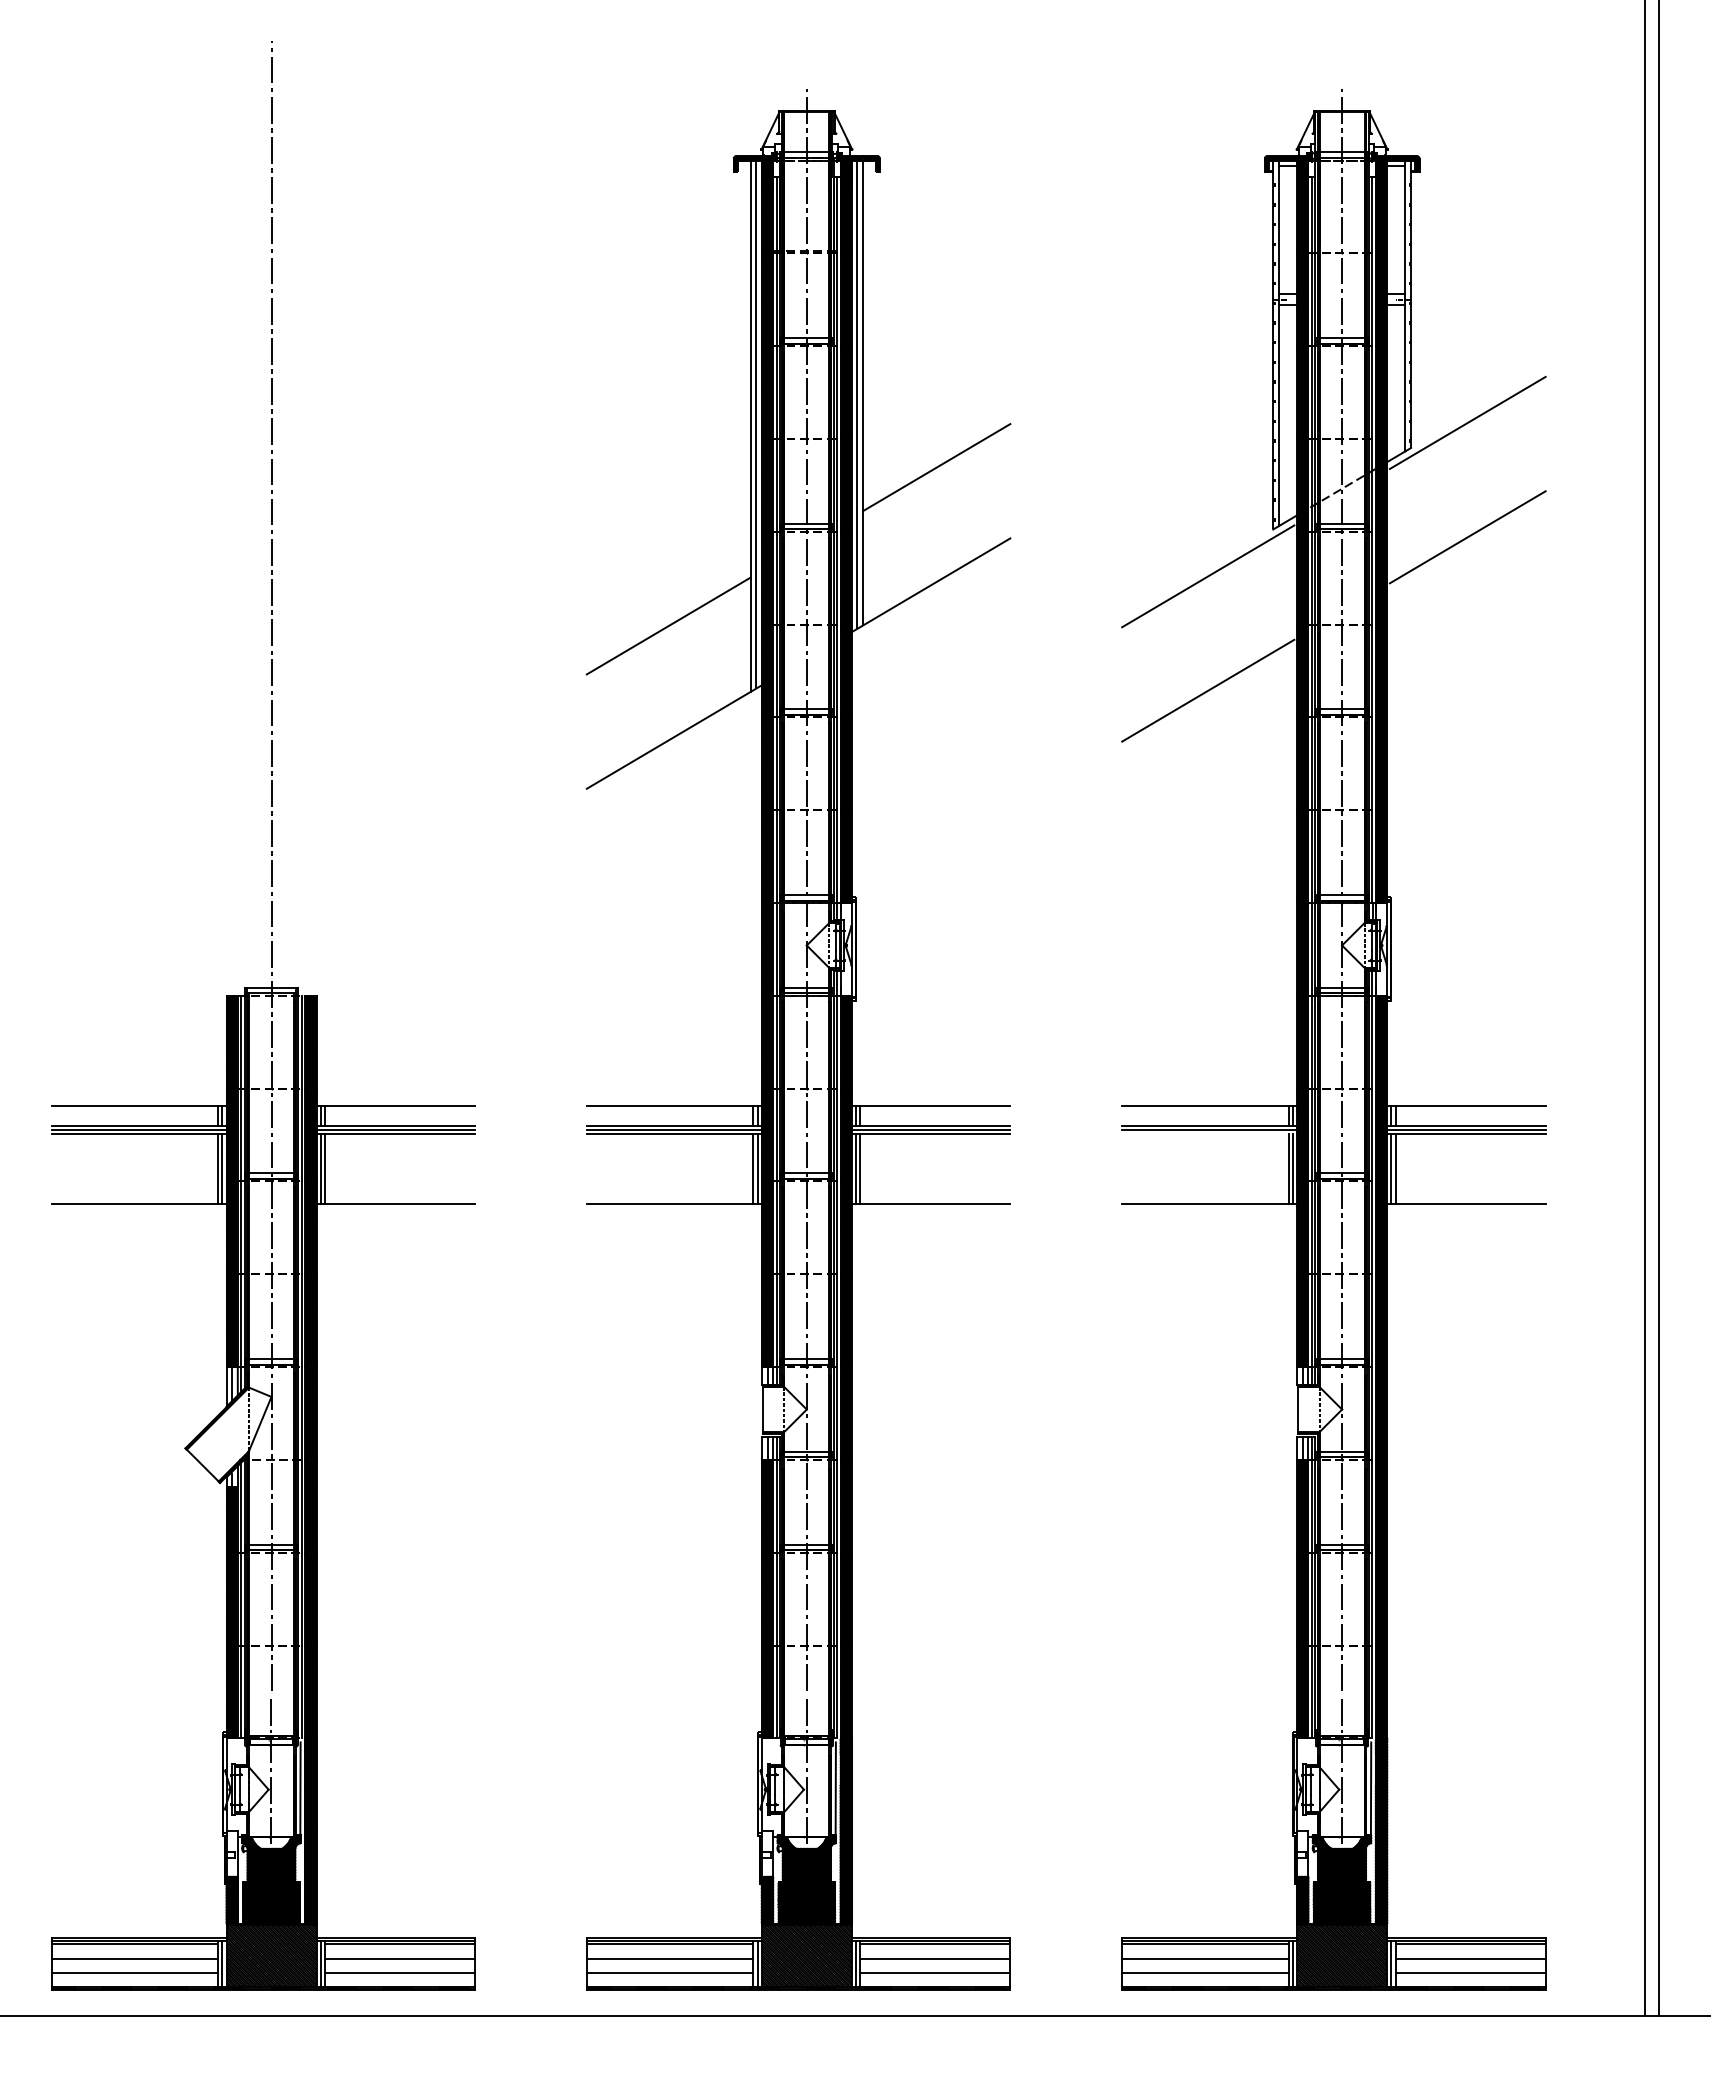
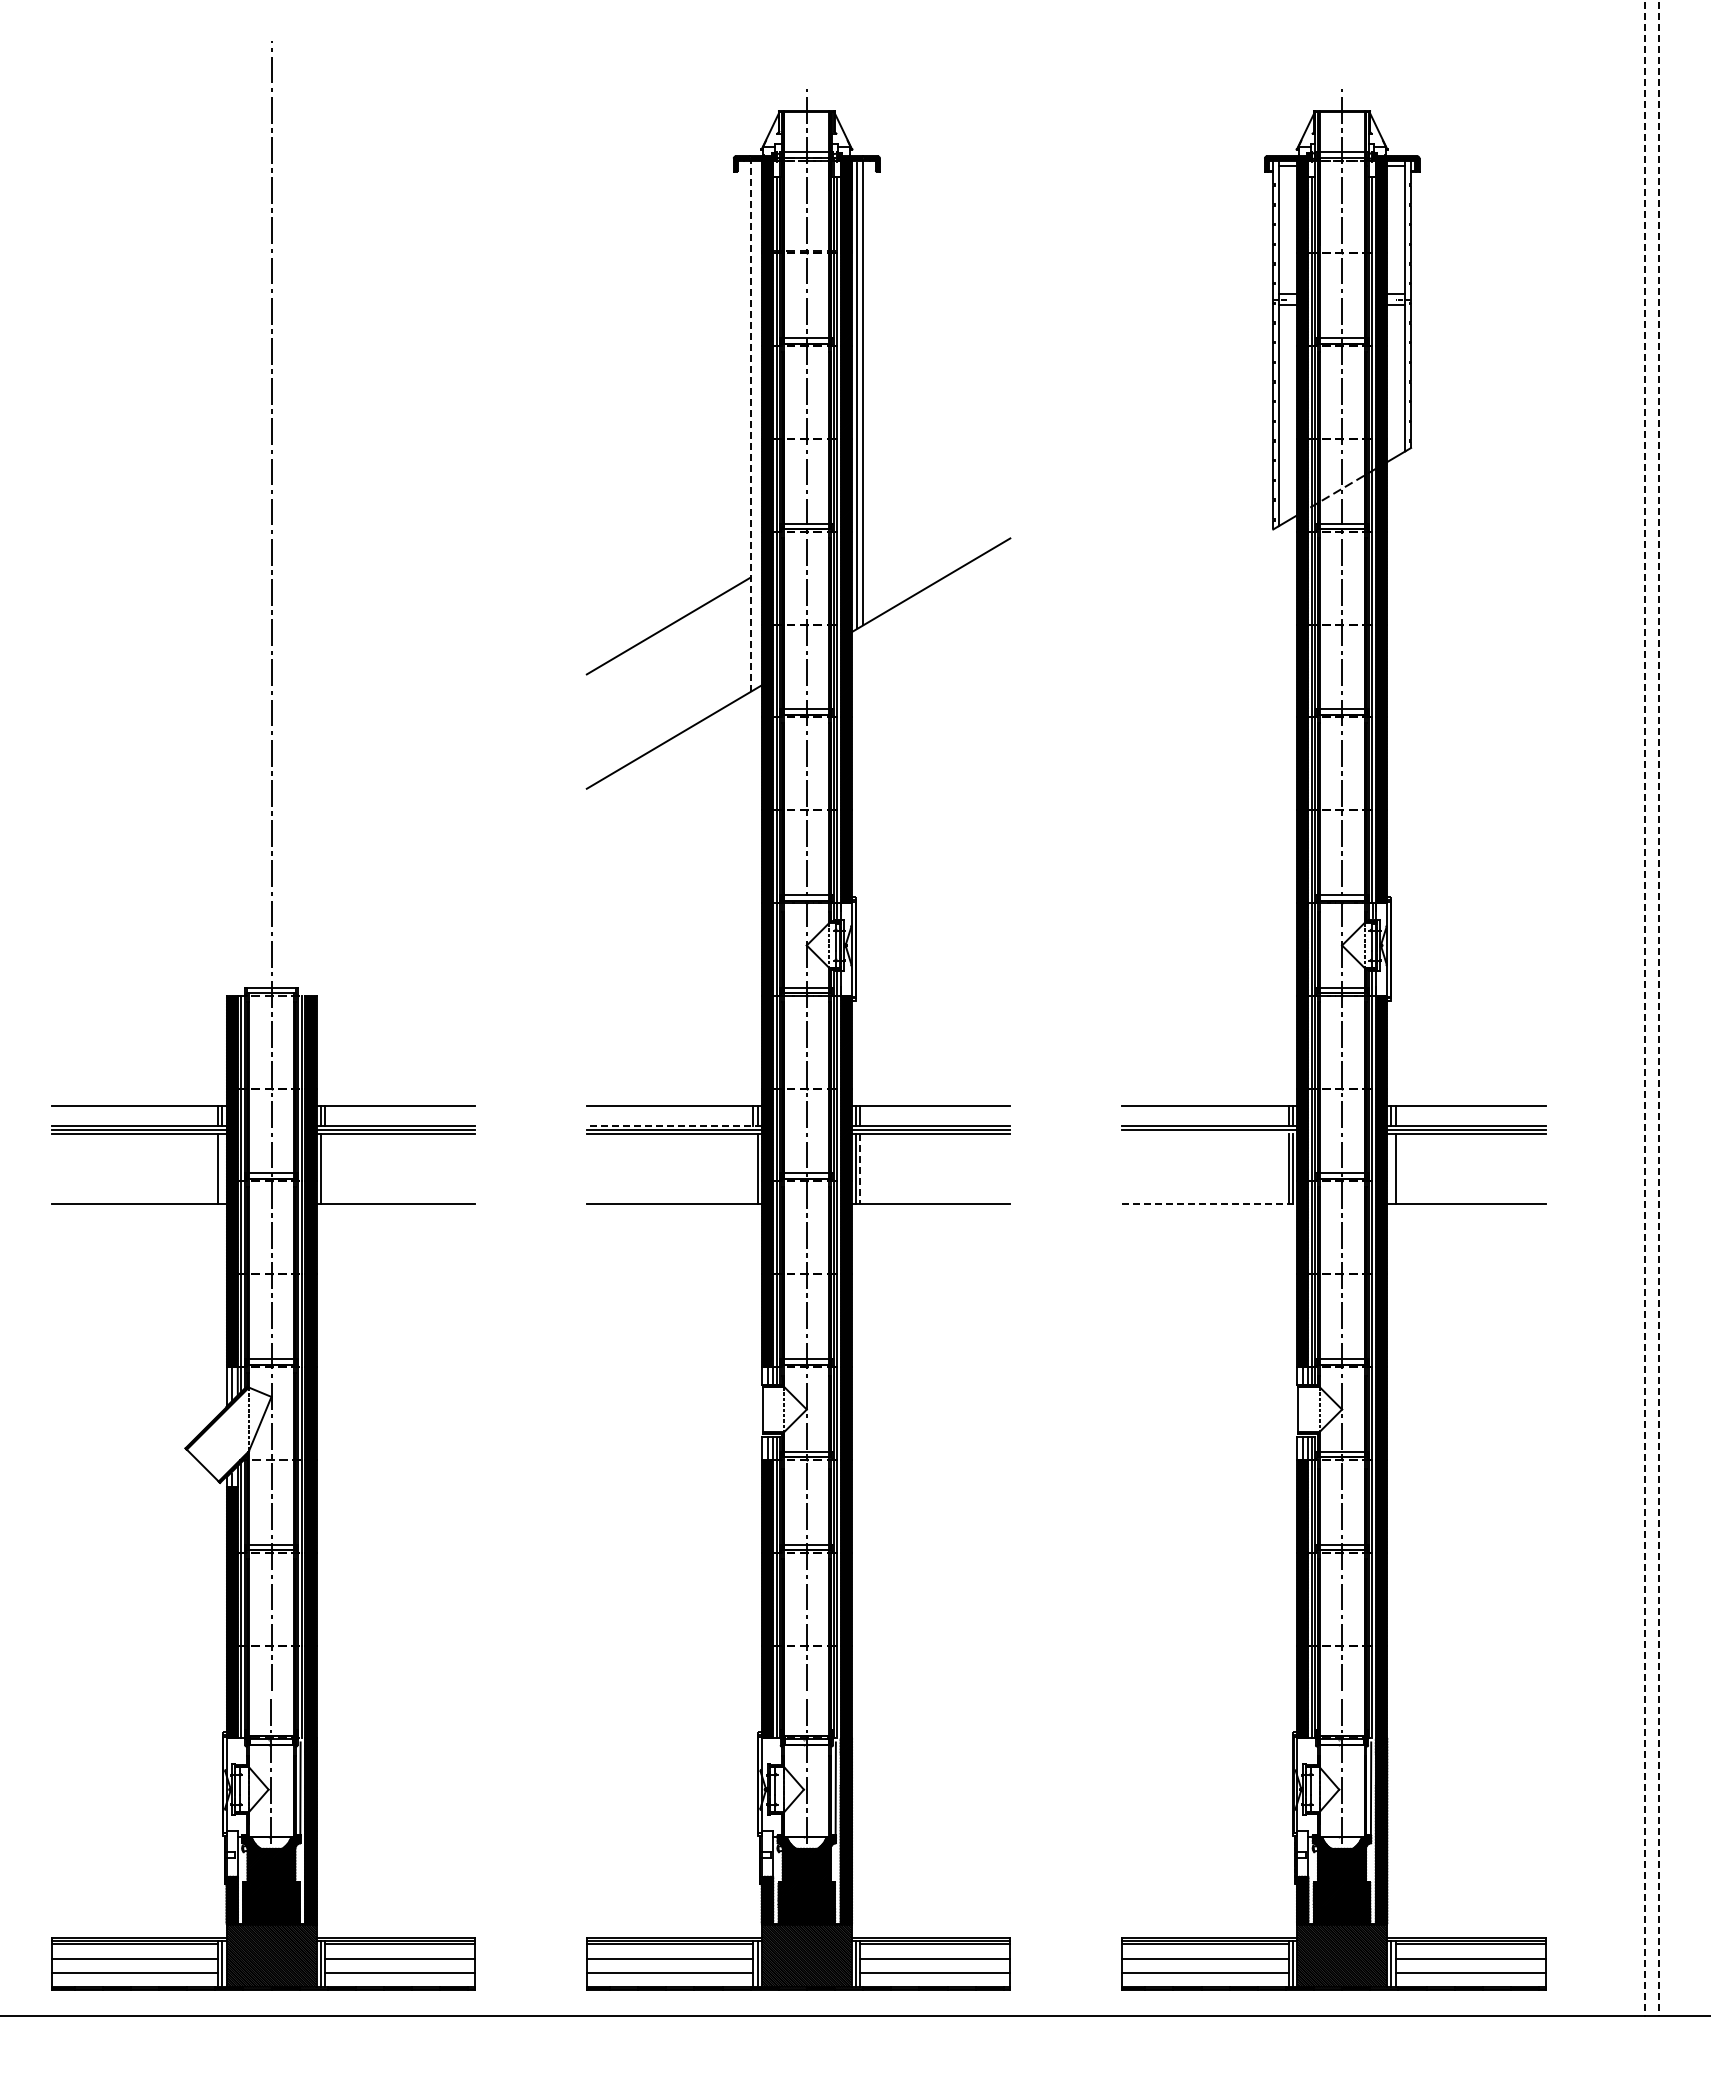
line at (1467, 422): present -> none
line at (756, 425): present -> none
line at (750, 426): solid -> dashed
line at (936, 467): present -> none
line at (1467, 537): present -> none
line at (1208, 576): present -> none
line at (1208, 690): present -> none
line at (1645, 1007): solid -> dashed
line at (1659, 1007): solid -> dashed
line at (673, 1125): solid -> dashed
line at (222, 1168): present -> none
line at (324, 1168): present -> none
line at (753, 1168): present -> none
line at (1391, 1168): present -> none
line at (860, 1169): solid -> dashed
line at (1210, 1204): solid -> dashed
